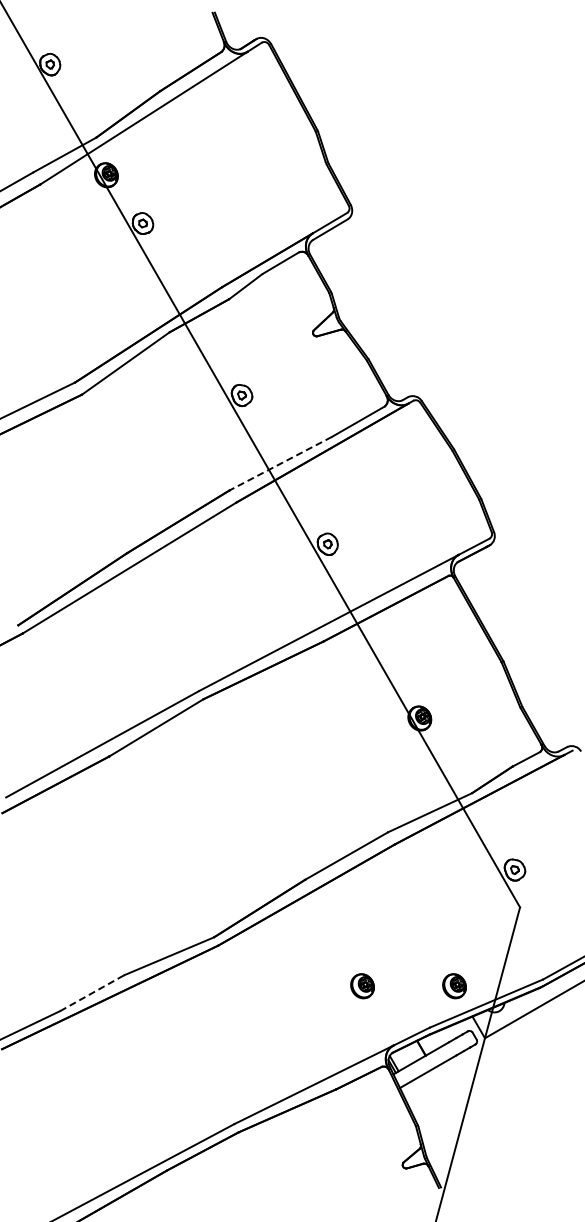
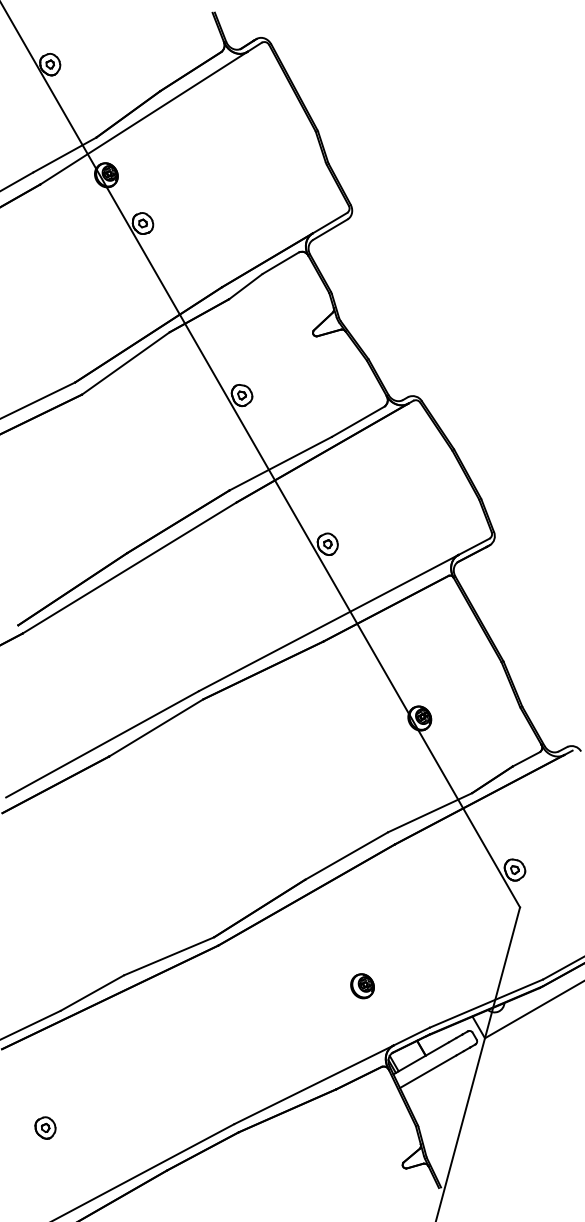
line at (280, 463): dashed -> solid
part at (454, 986): present -> none
line at (91, 993): dashed -> solid
part at (45, 1127): none -> present
